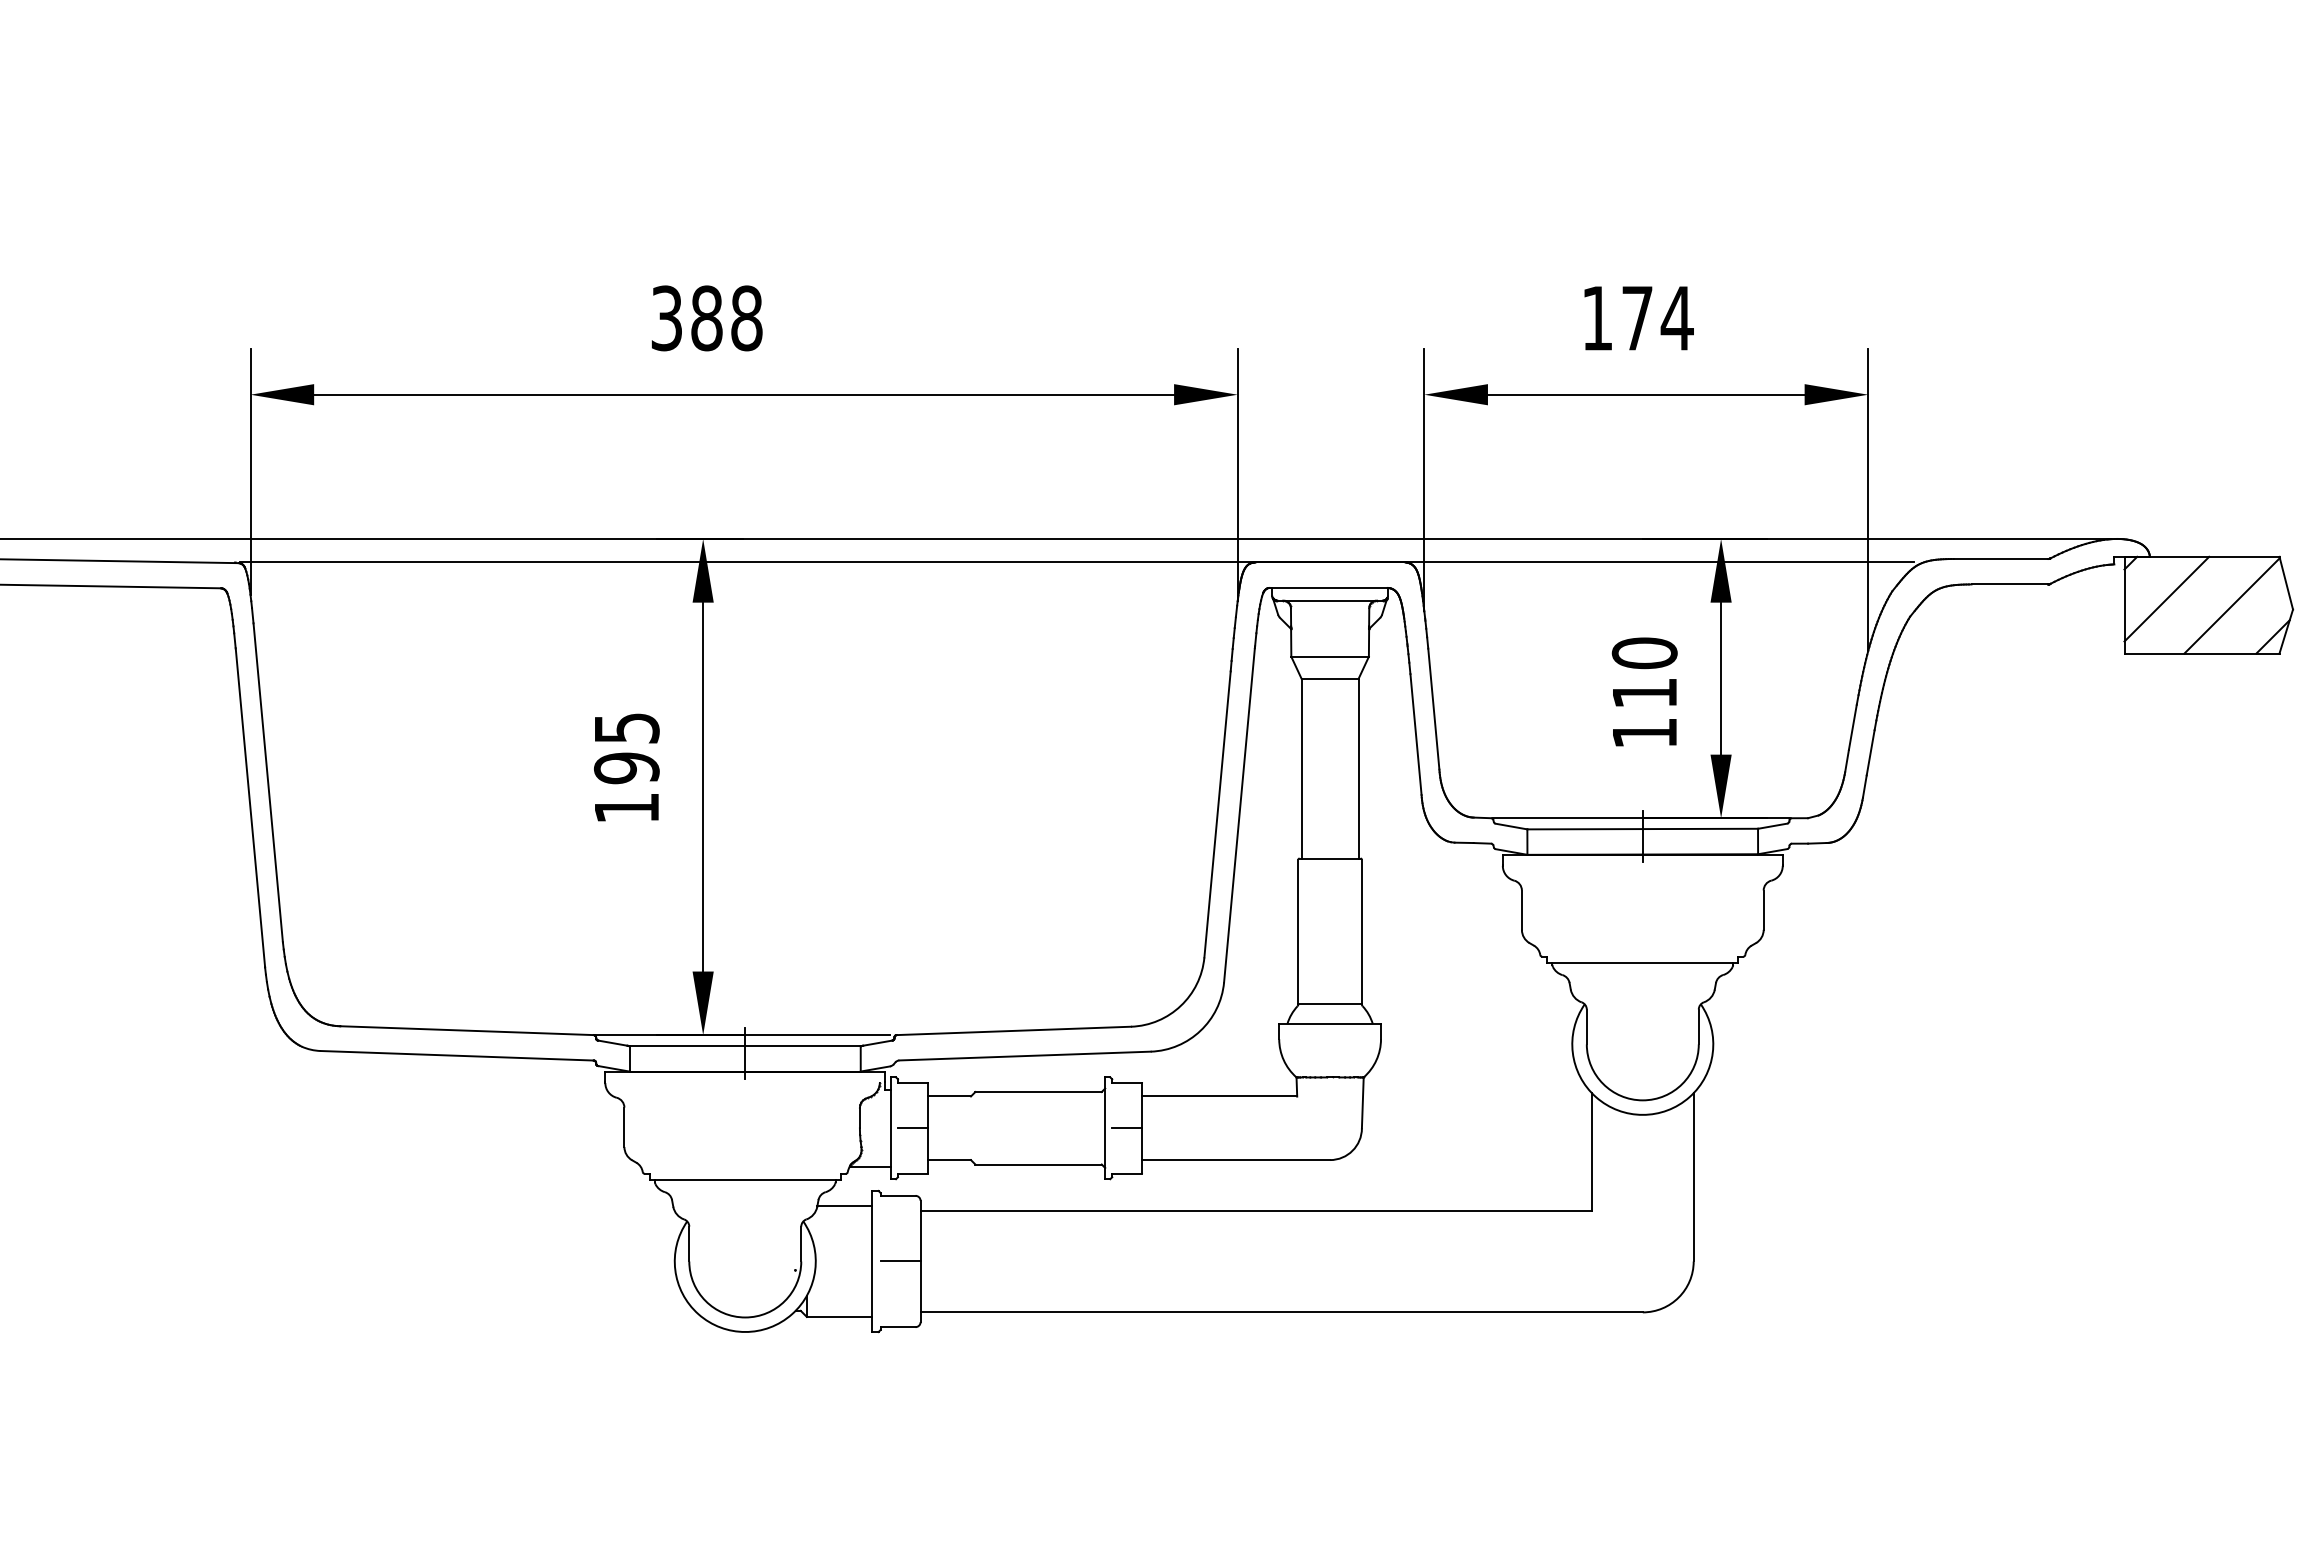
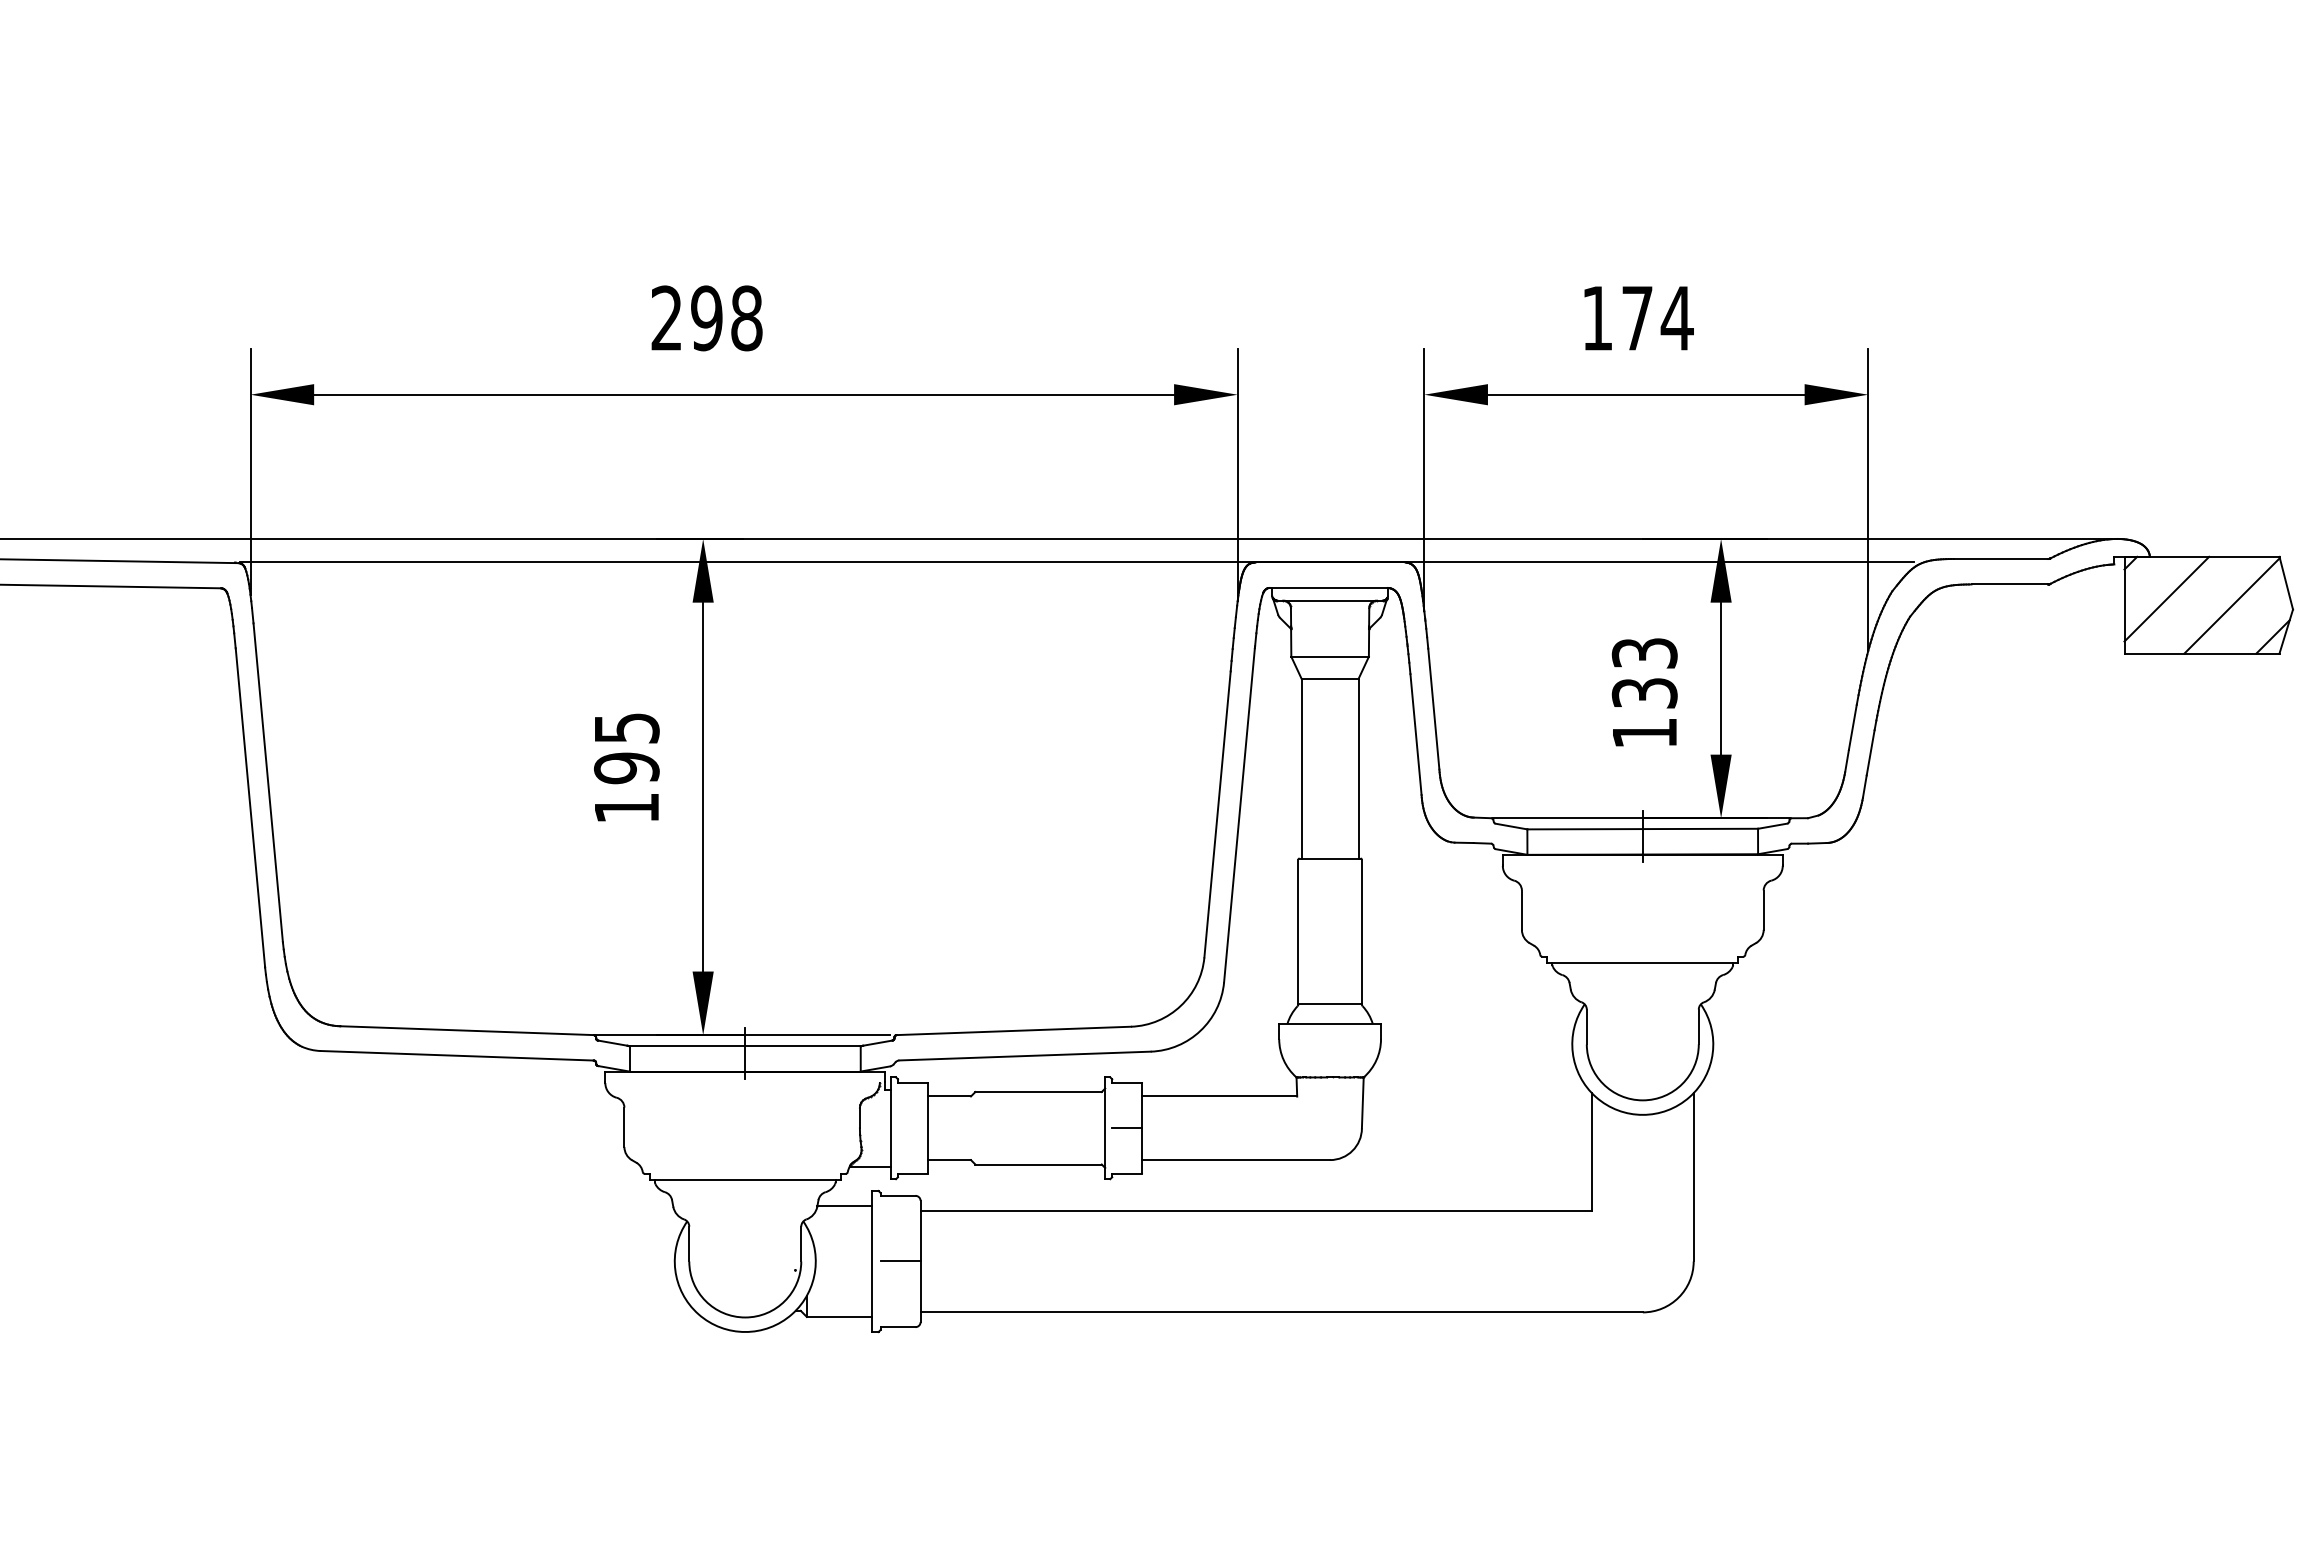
text at (686, 318): 388 -> 298
text at (1644, 672): 110 -> 133
line at (912, 1128): present -> none
